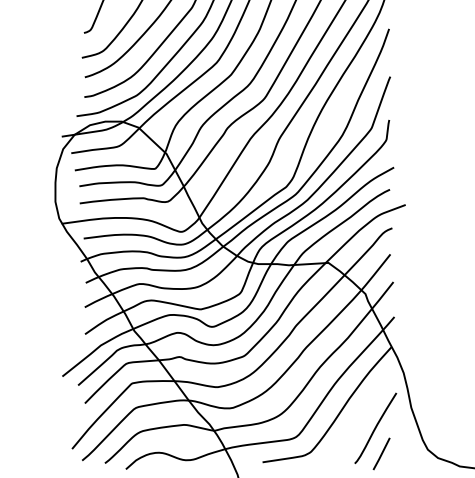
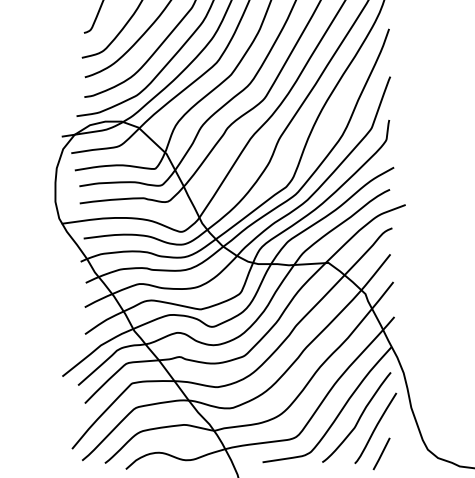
curve at (358, 418): none -> present
